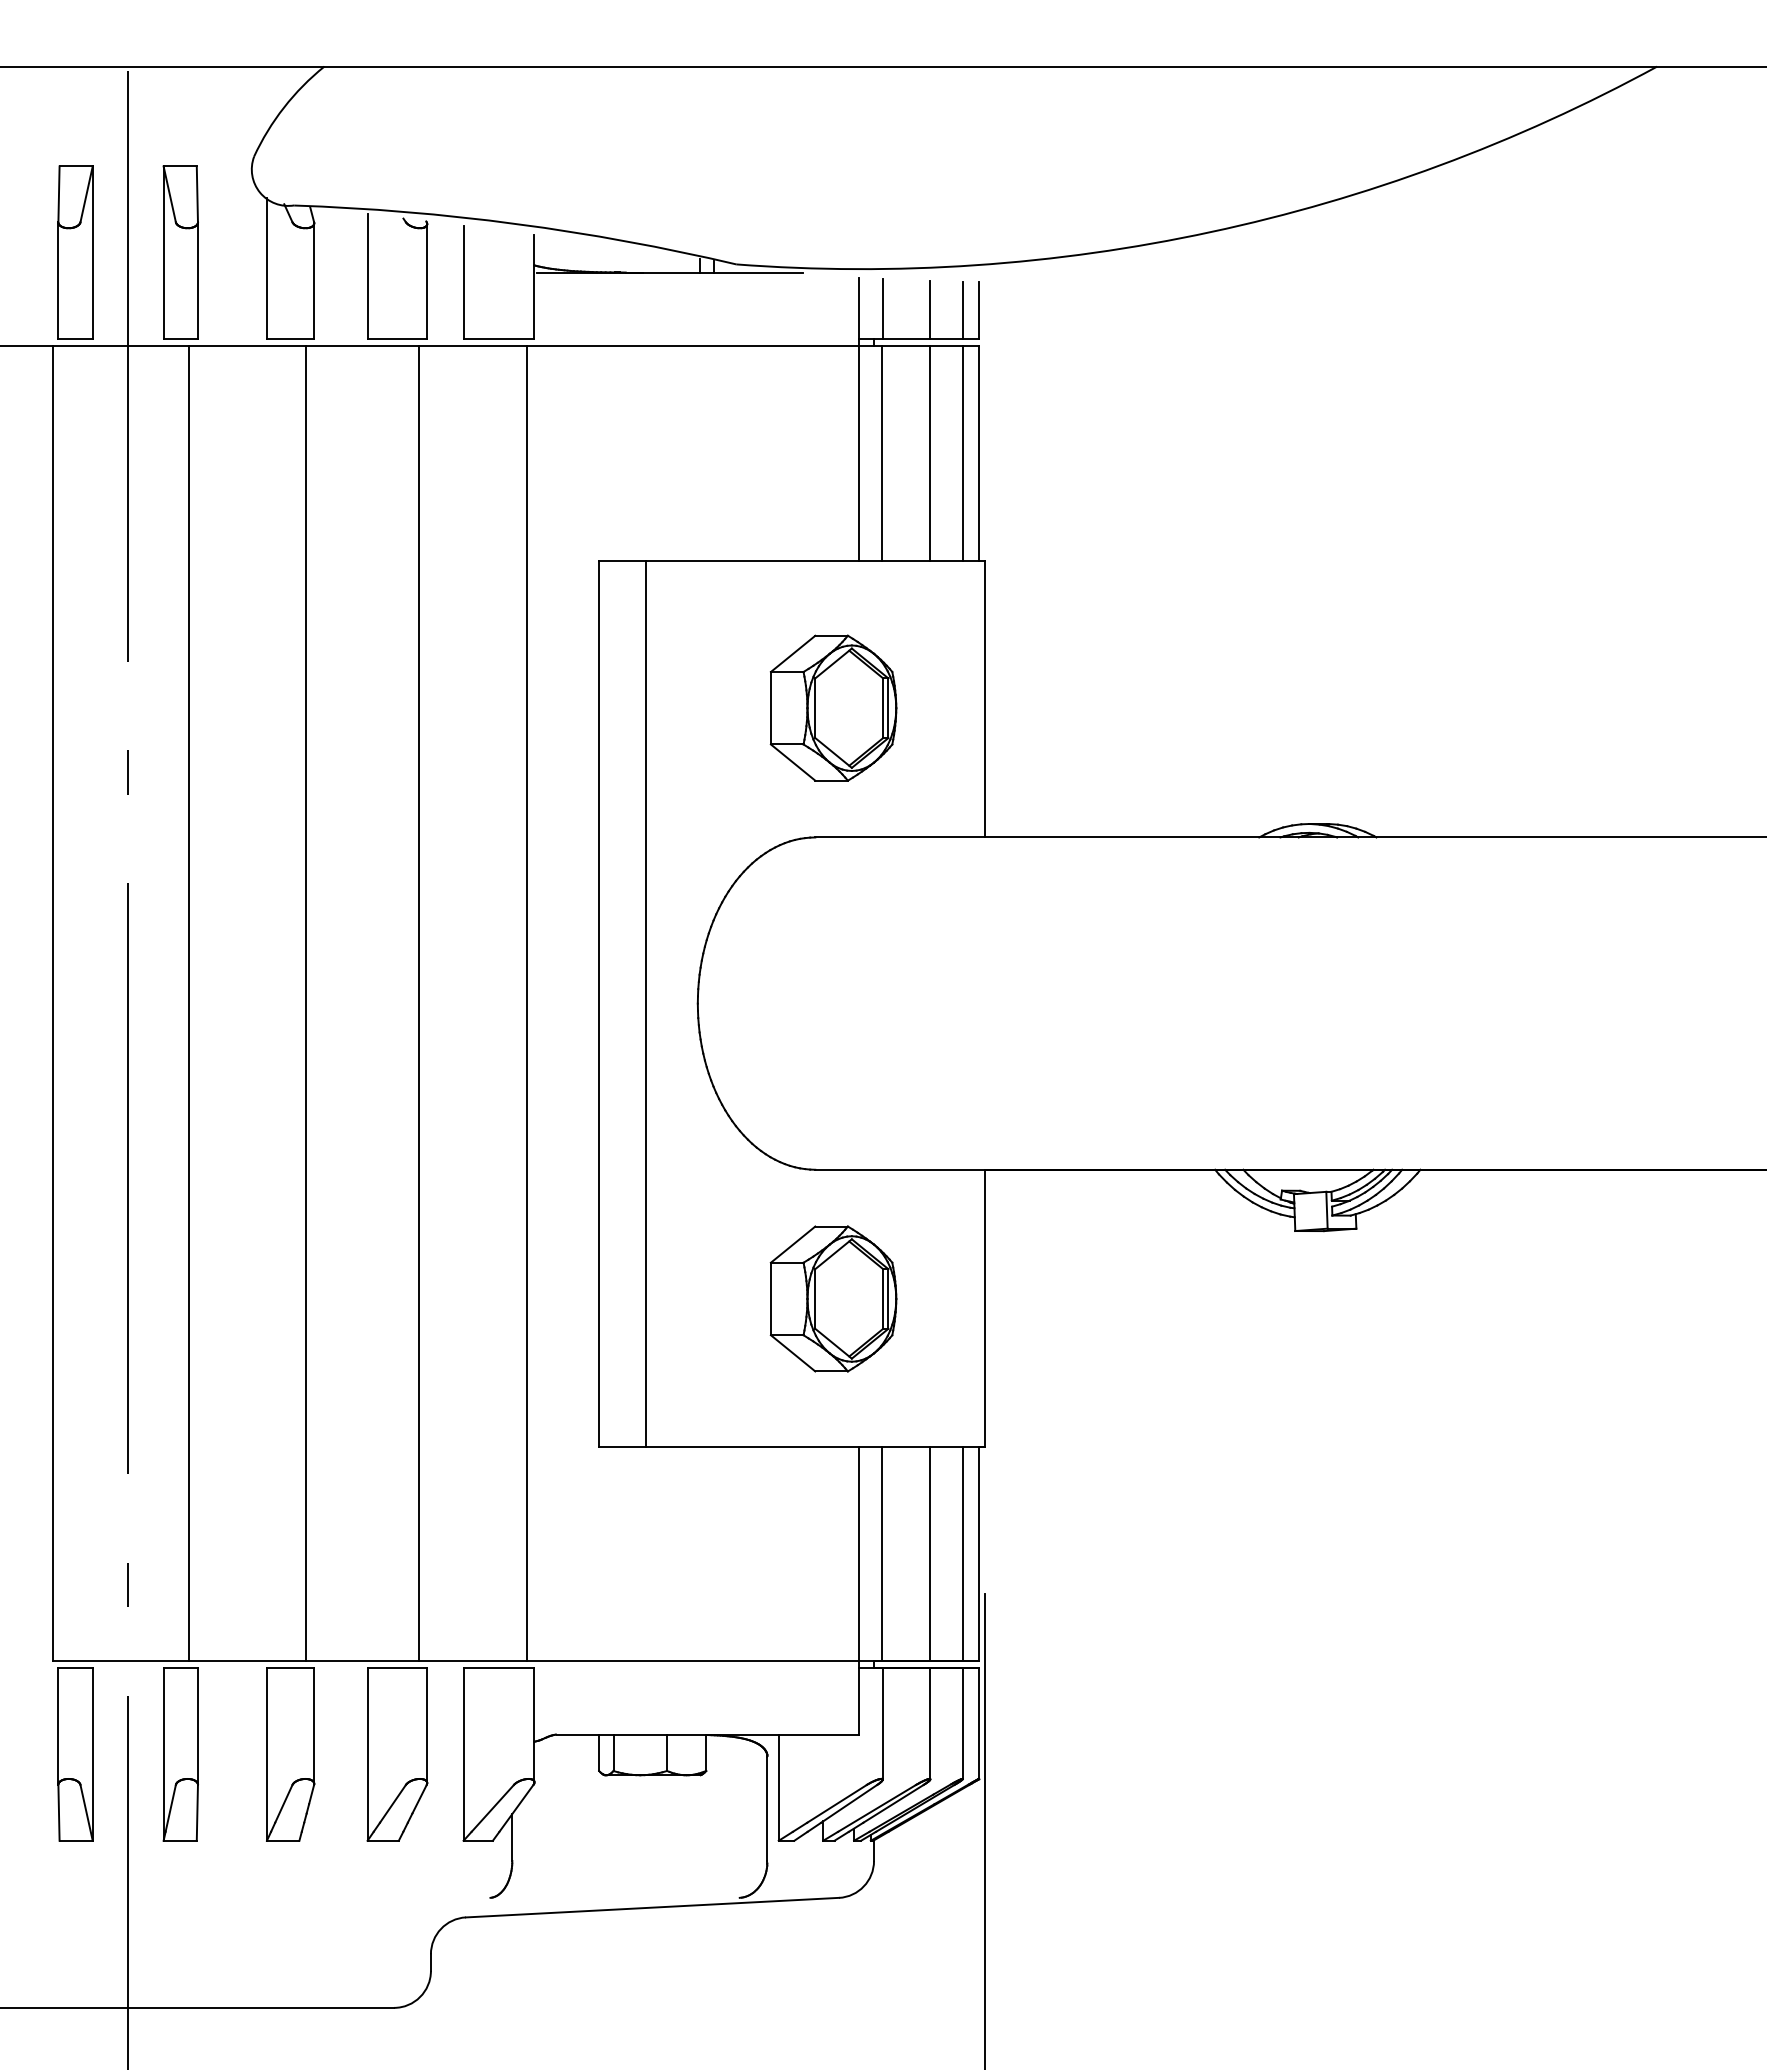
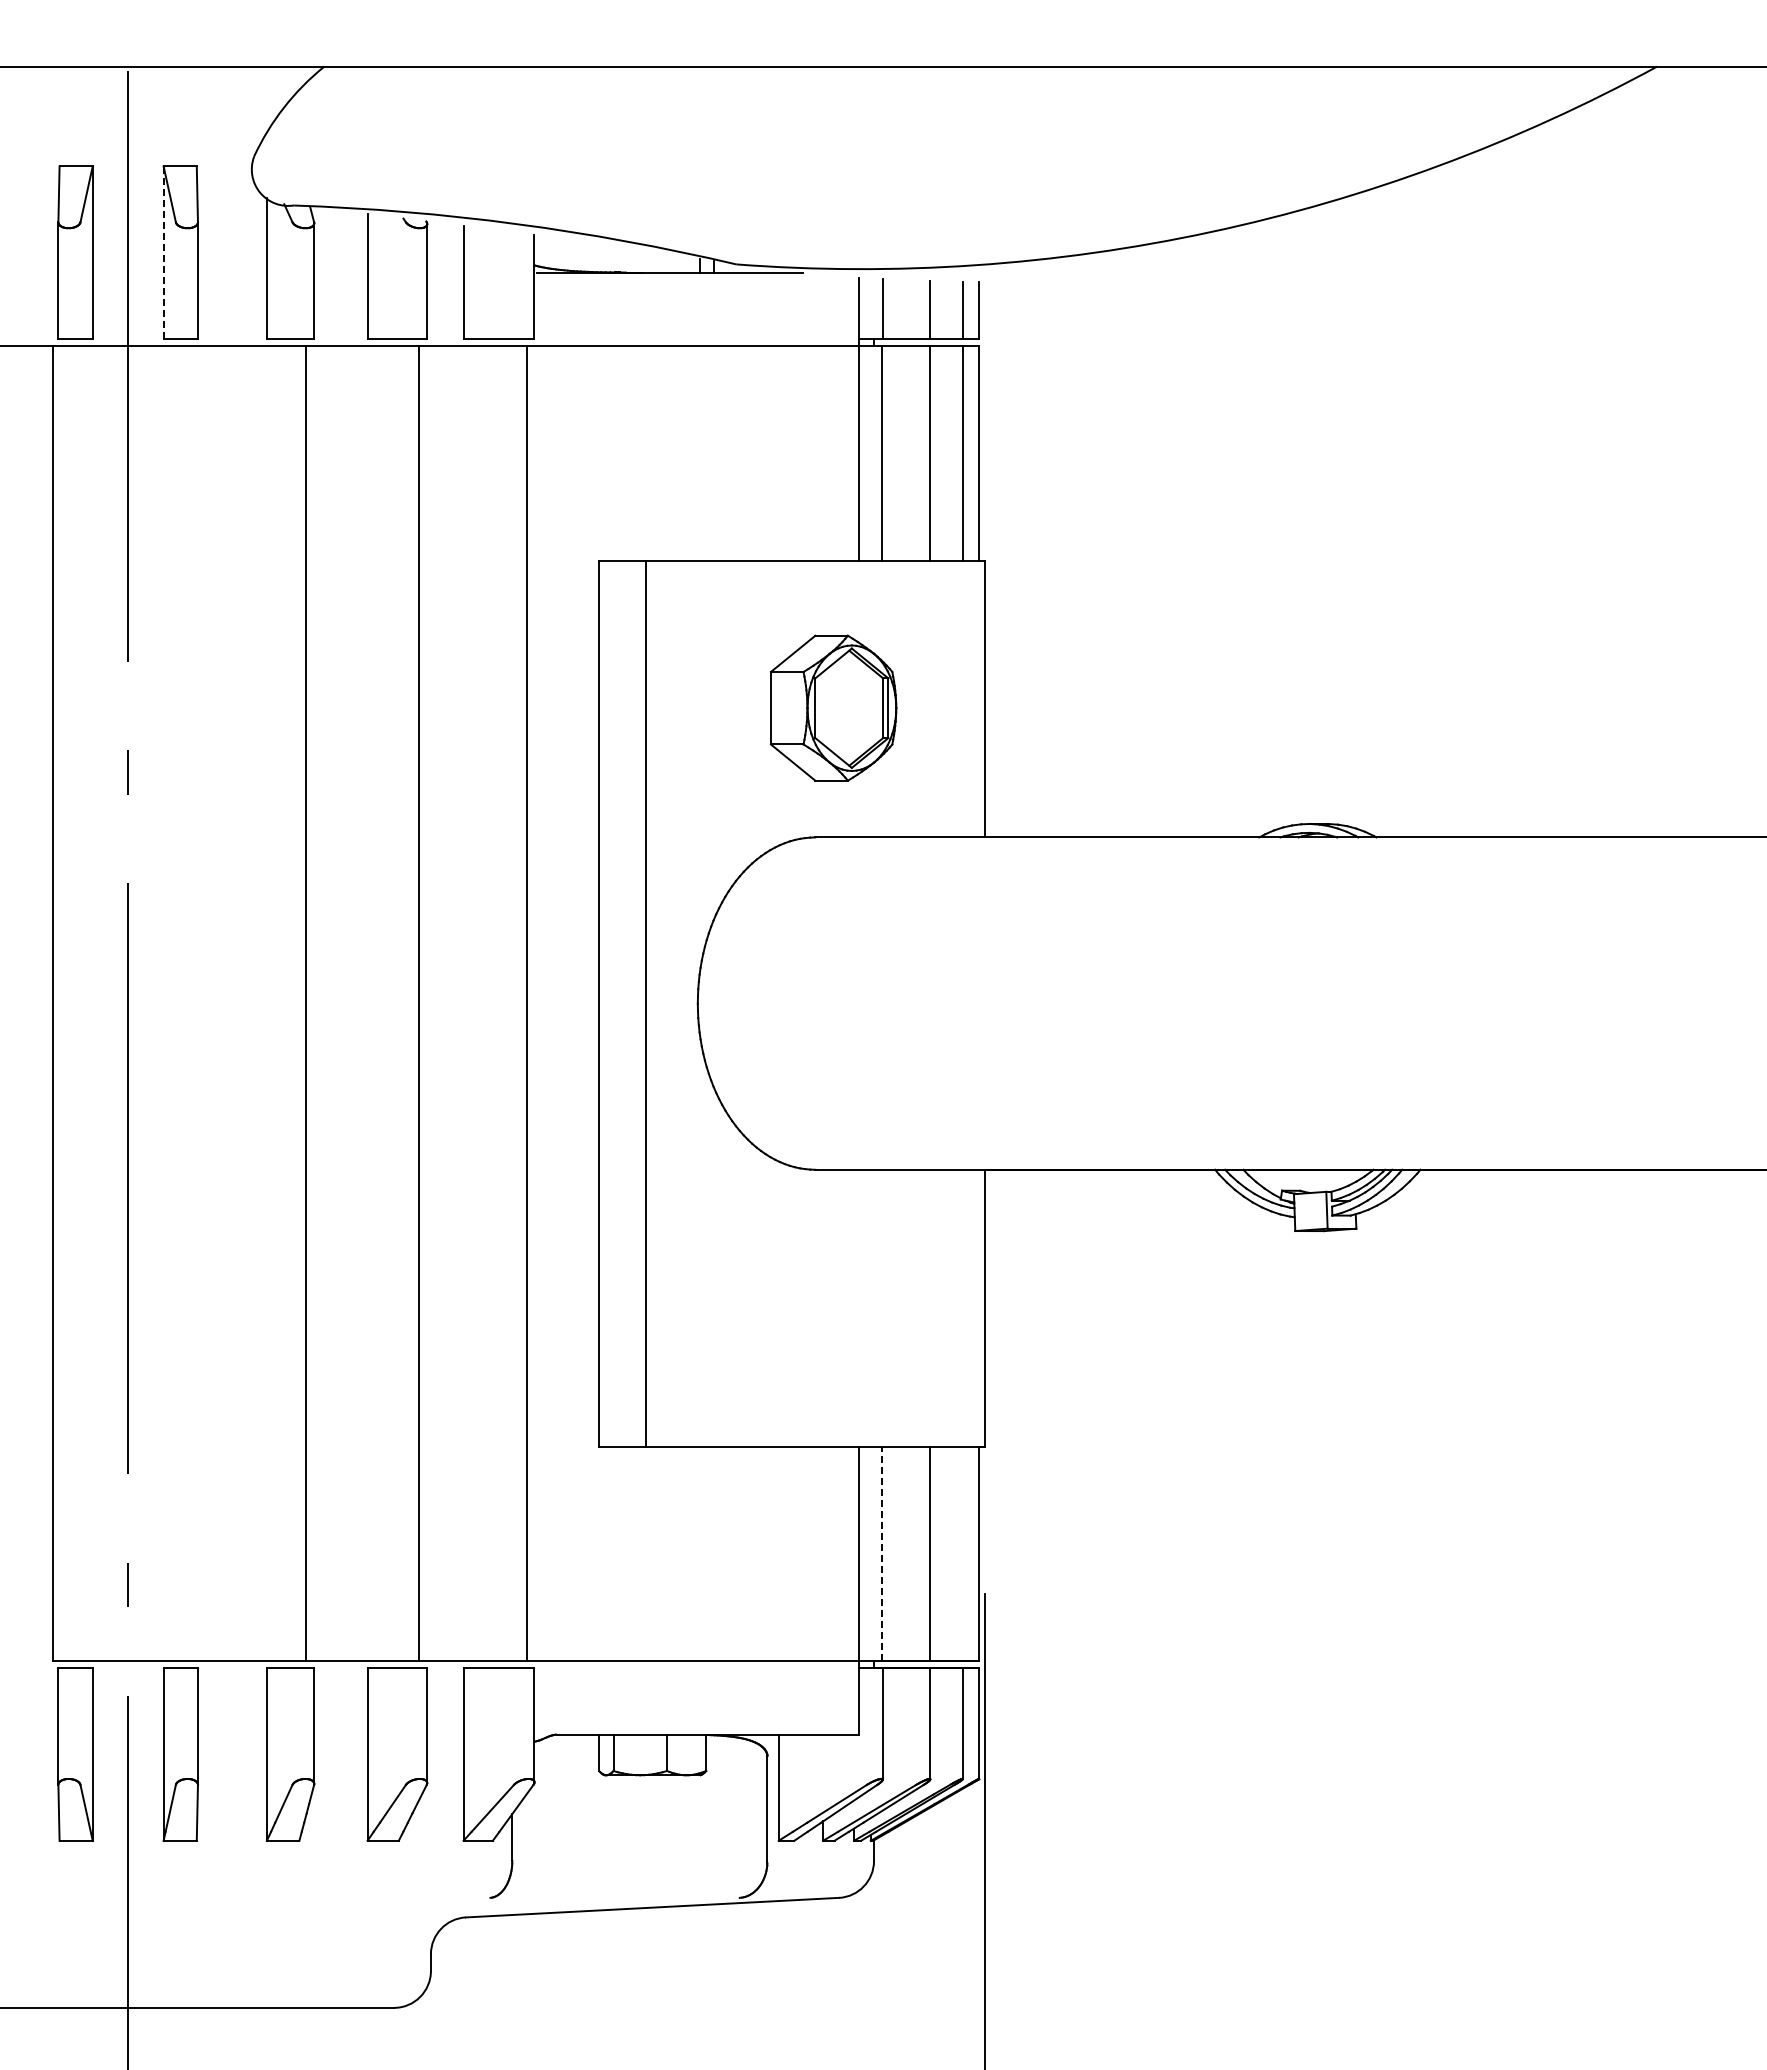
line at (163, 252): solid -> dashed
line at (189, 1003): present -> none
part at (833, 1298): present -> none
line at (882, 1553): solid -> dashed
line at (962, 1553): present -> none
